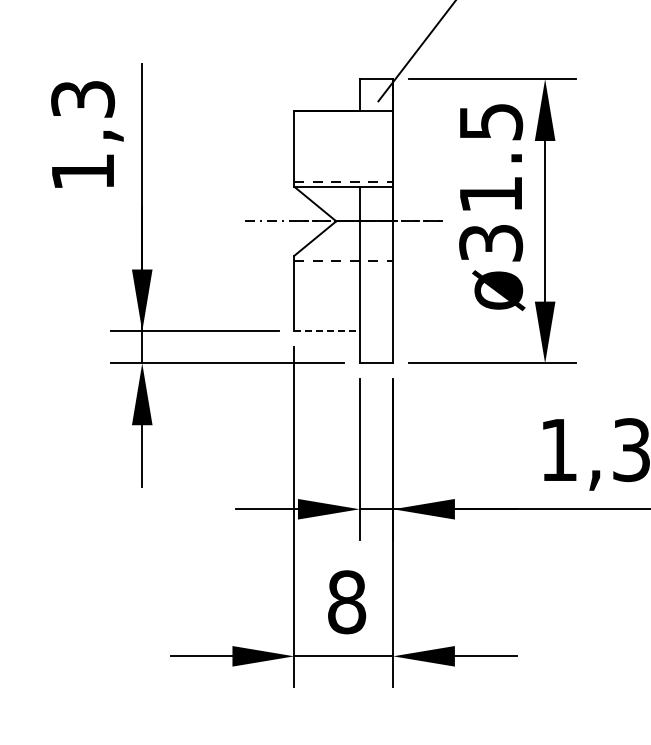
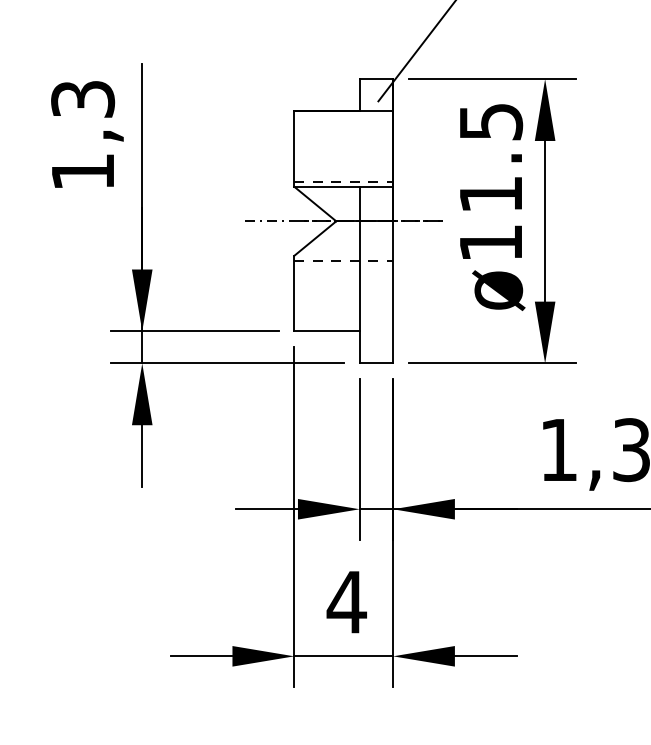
text at (491, 243): ø31.5 -> ø11.5
line at (327, 331): dashed -> solid
text at (346, 602): 8 -> 4
